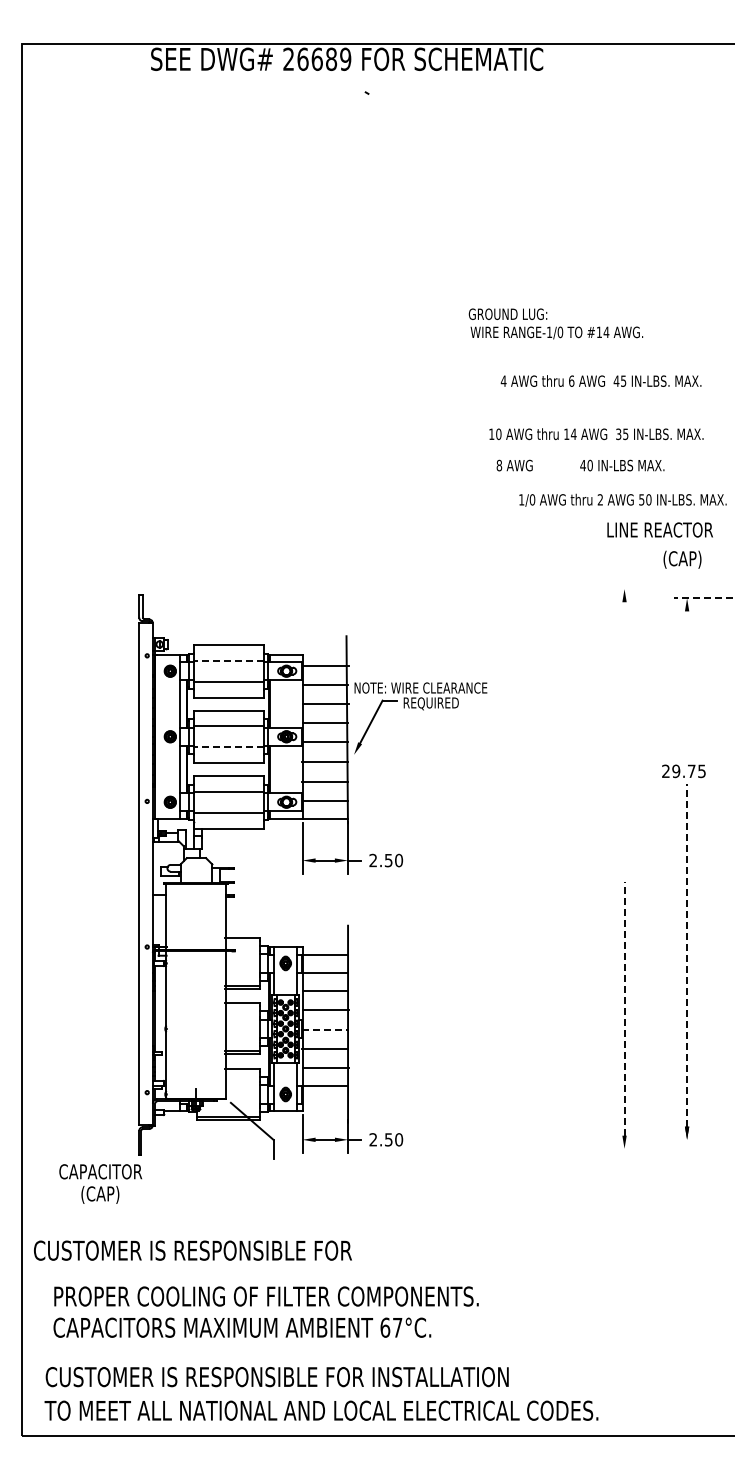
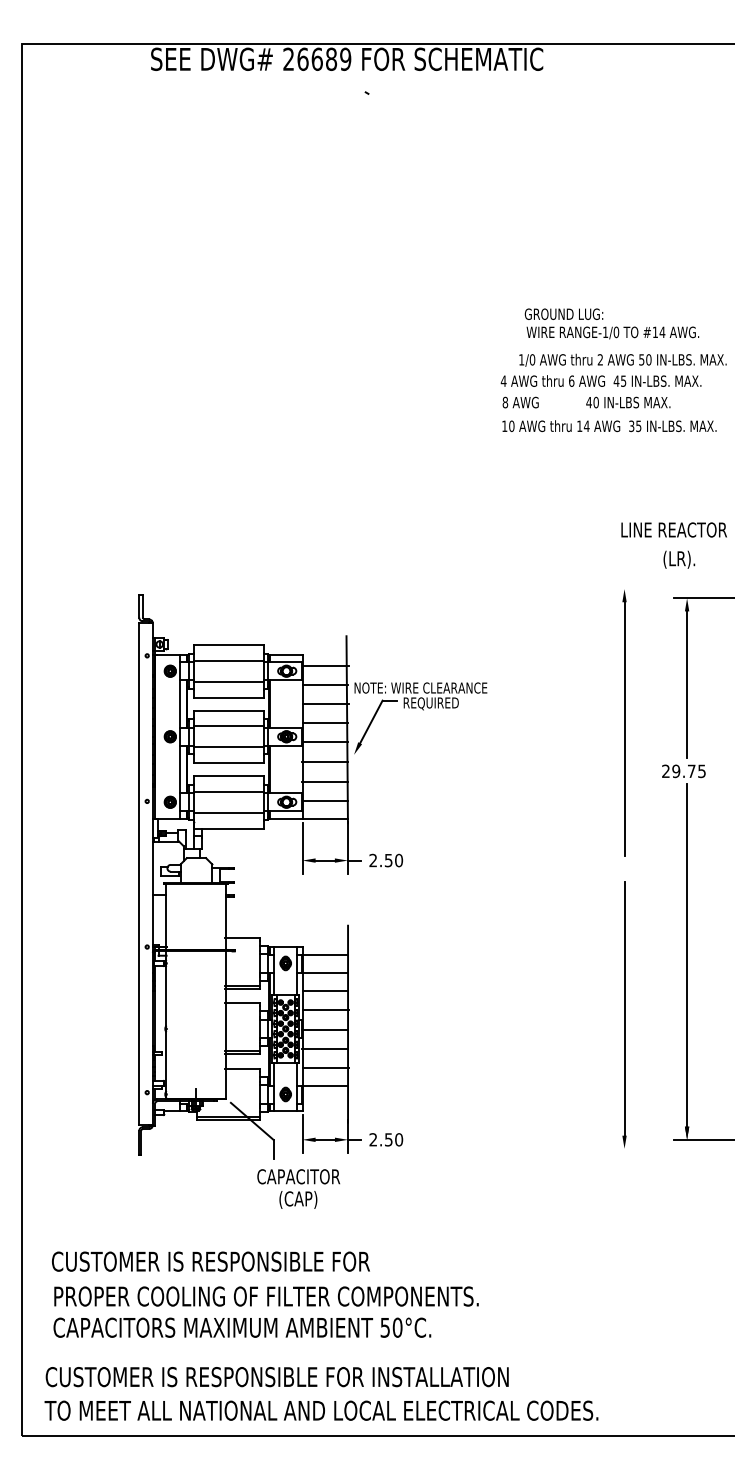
text at (555, 323) position: (555, 323) -> (611, 323)
text at (596, 434) position: (596, 434) -> (609, 426)
text at (580, 465) position: (580, 465) -> (586, 402)
text at (622, 499) position: (622, 499) -> (622, 359)
text at (659, 529) position: (659, 529) -> (673, 529)
text at (684, 559): (CAP) -> (LR).
line at (703, 598): dashed -> solid
line at (228, 660): dashed -> solid
line at (687, 684): none -> present
line at (624, 728): none -> present
line at (228, 747): dashed -> solid
line at (687, 955): dashed -> solid
line at (624, 1008): dashed -> solid
line at (325, 1030): dashed -> solid
line at (702, 1139): none -> present
text at (100, 1183) position: (100, 1183) -> (298, 1188)
text at (192, 1250) position: (192, 1250) -> (210, 1261)
text at (391, 1327): 67°C. -> 50°C.
